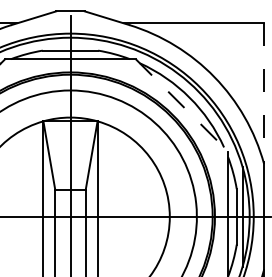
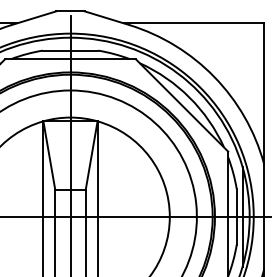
line at (264, 94): dashed -> solid
line at (182, 105): dashed -> solid
